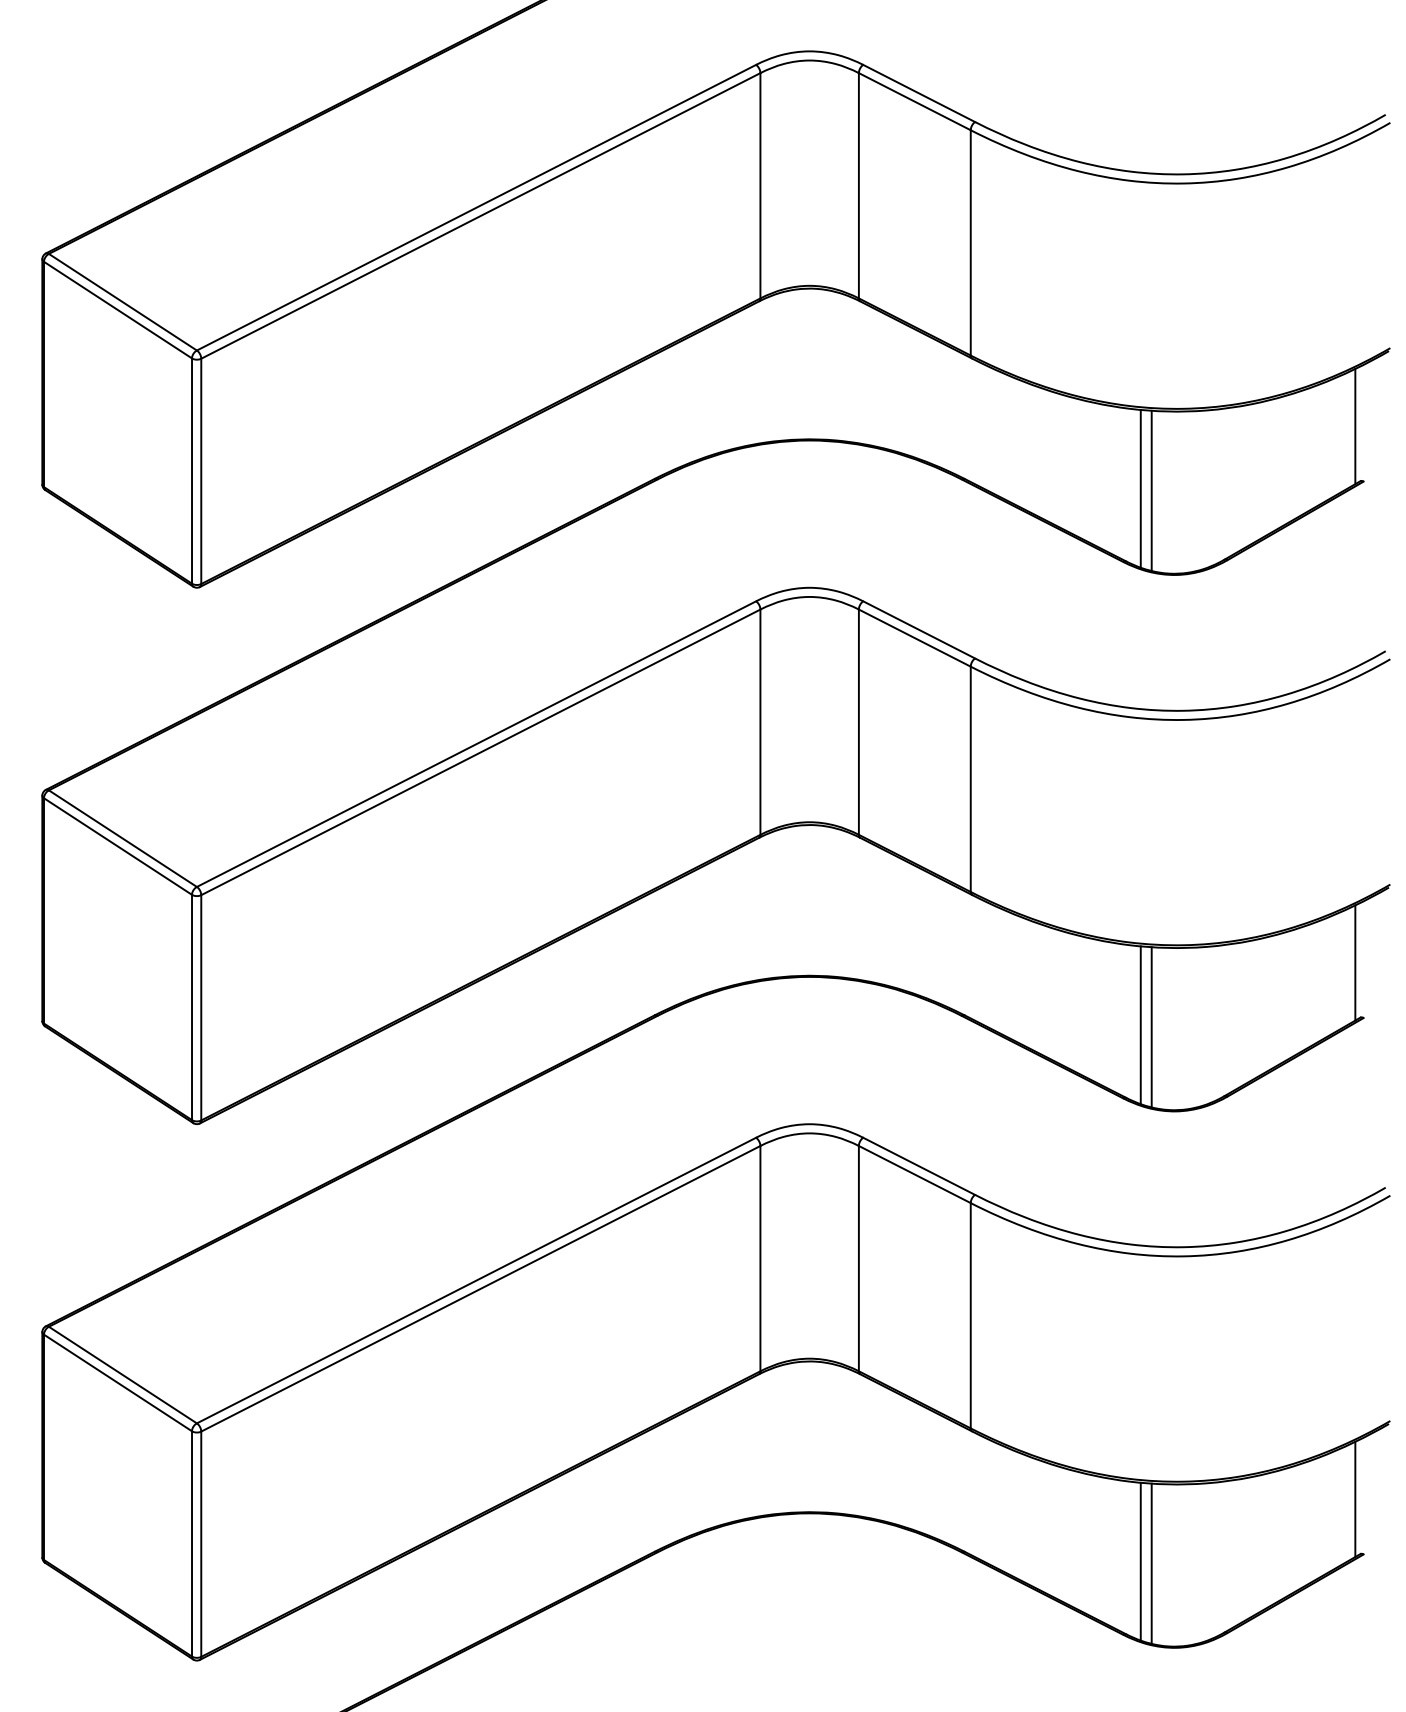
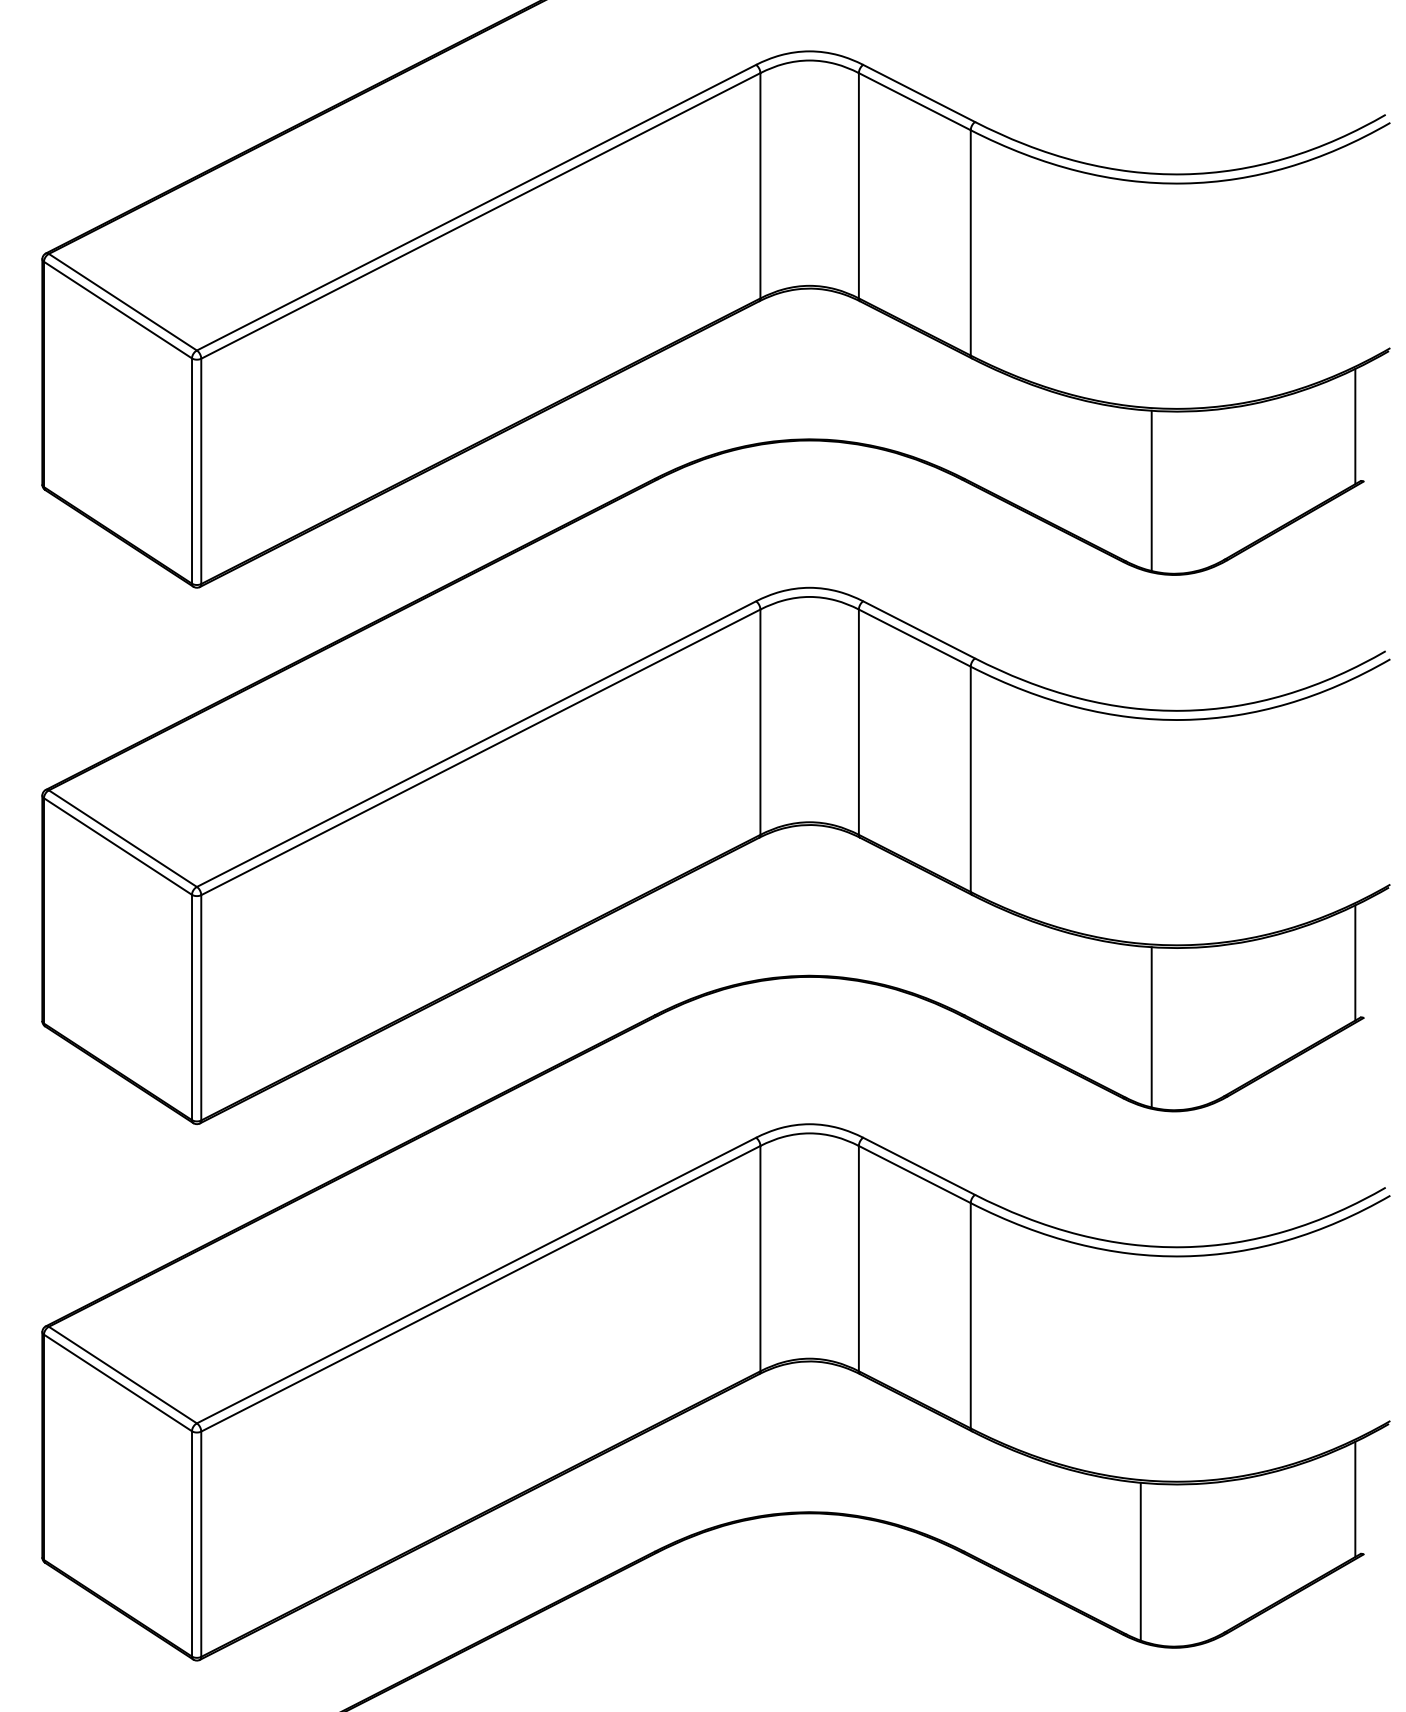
line at (1140, 488): present -> none
line at (1140, 1025): present -> none
line at (1151, 1563): present -> none
